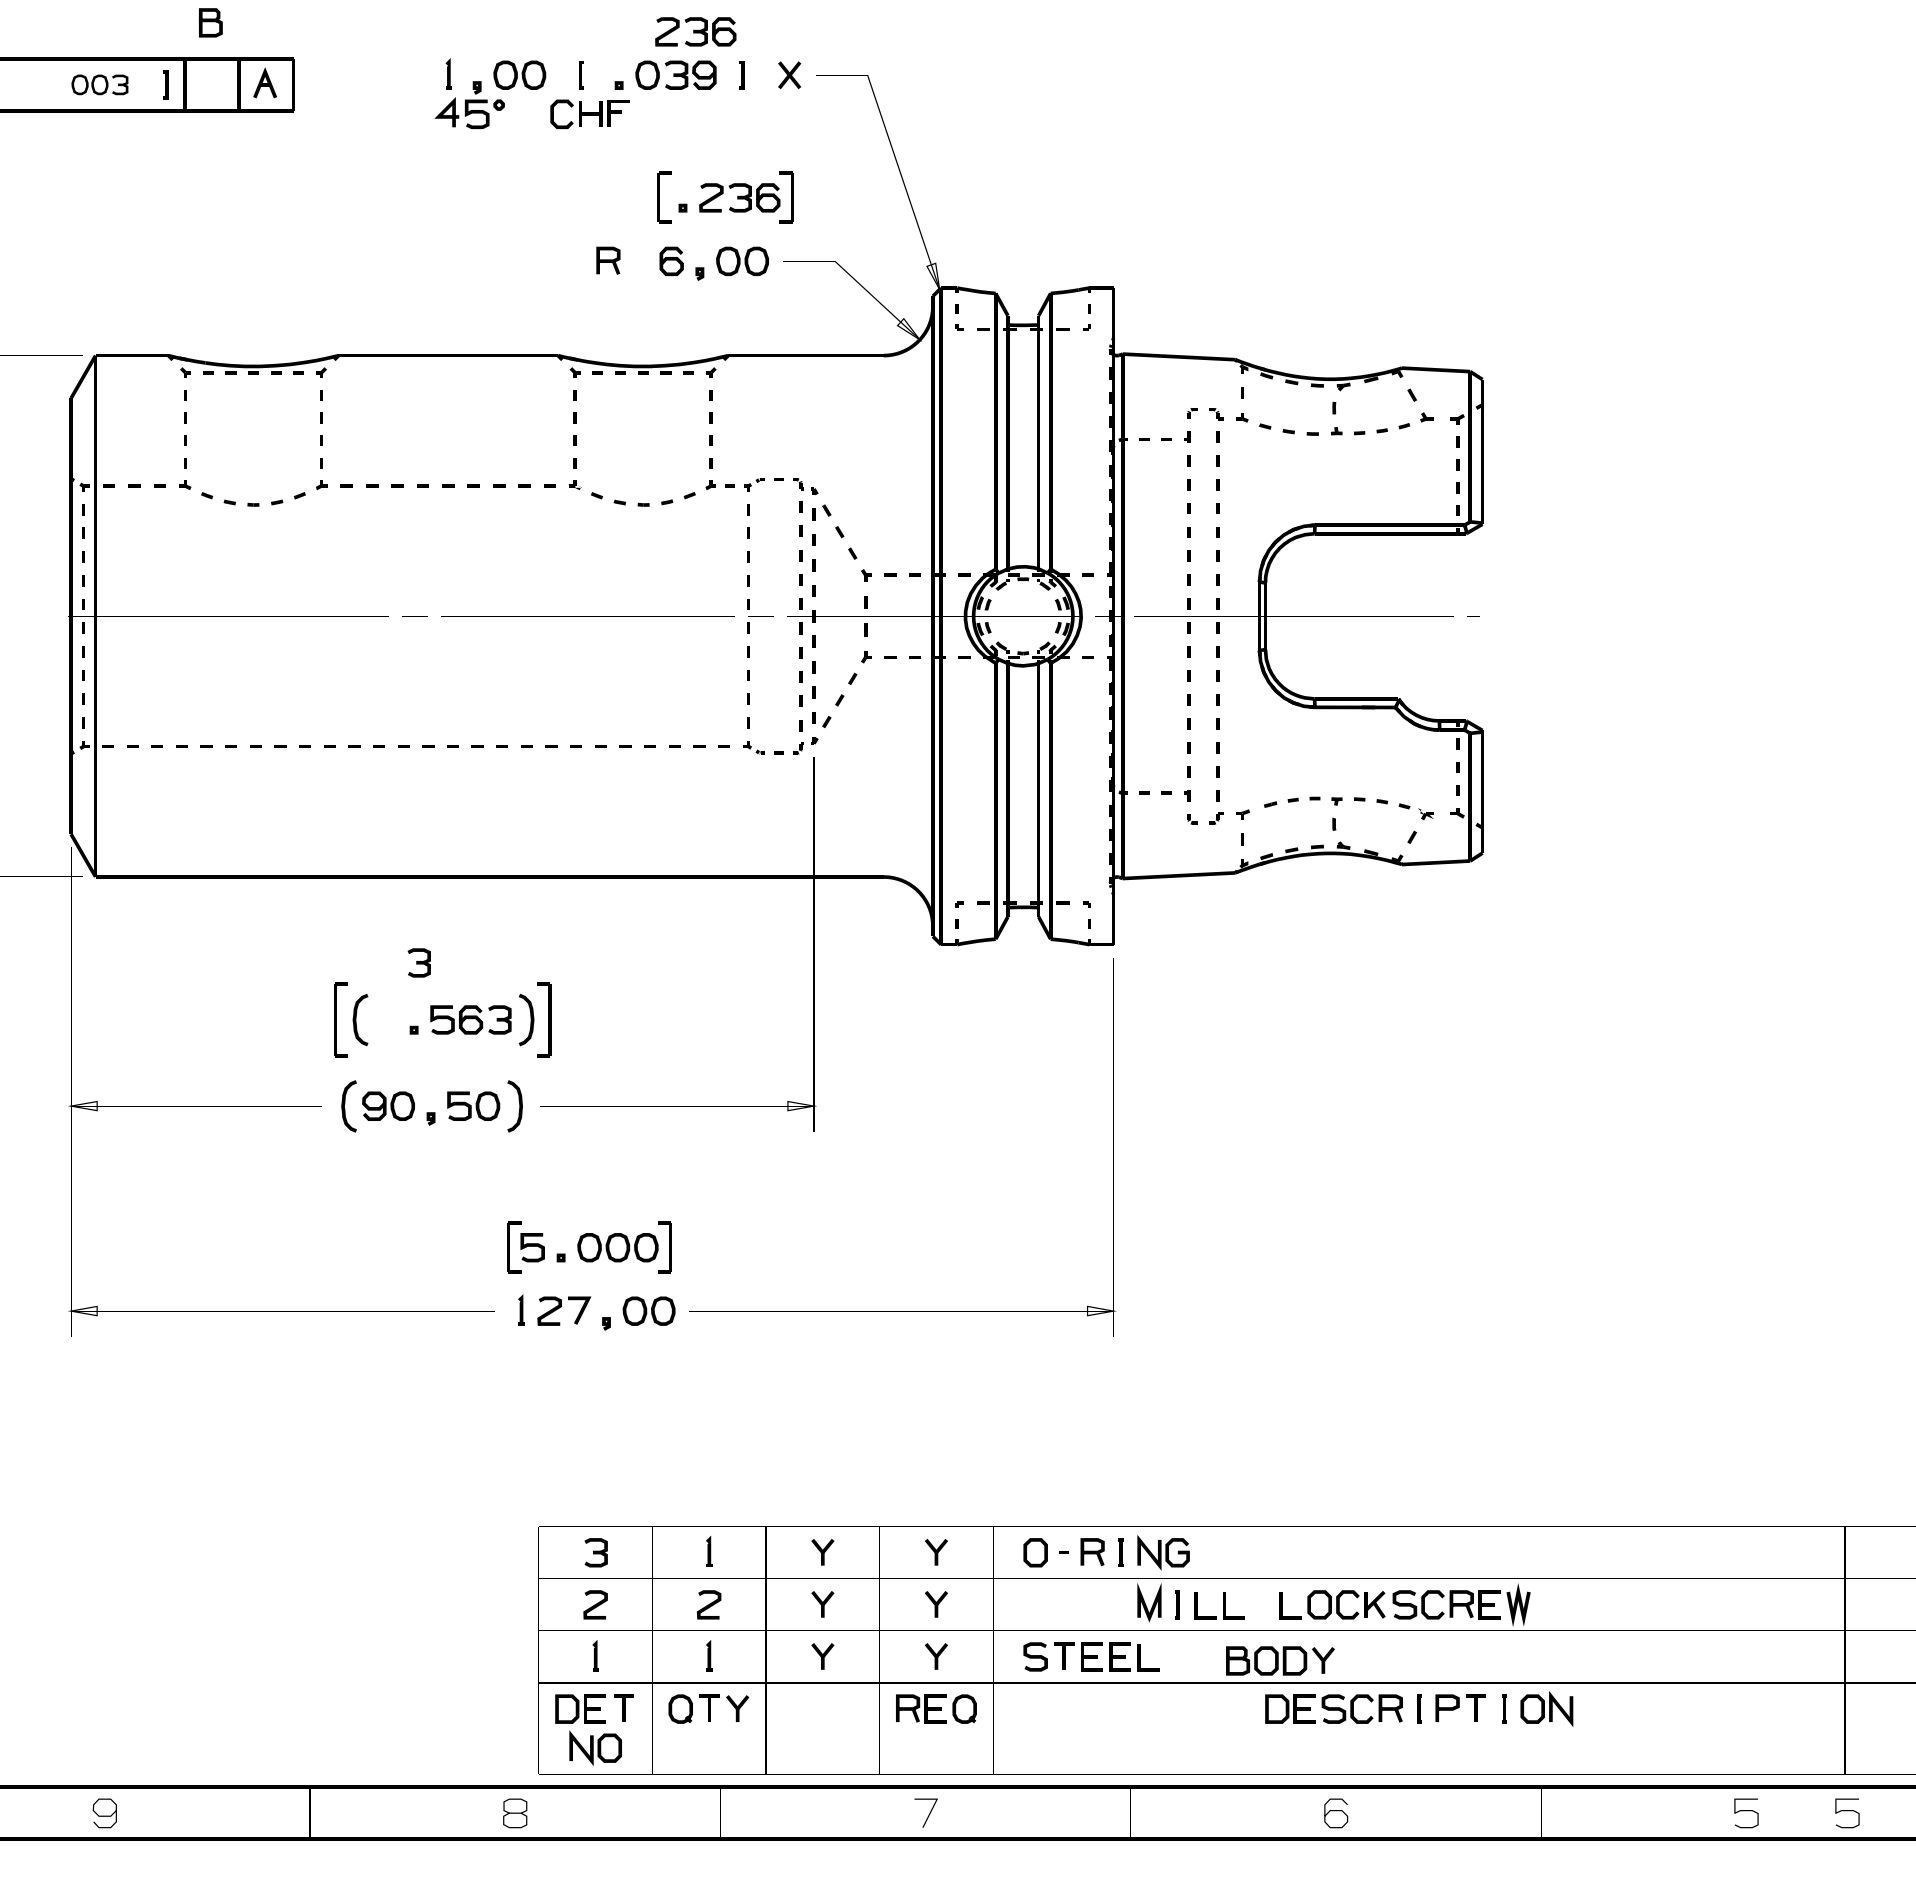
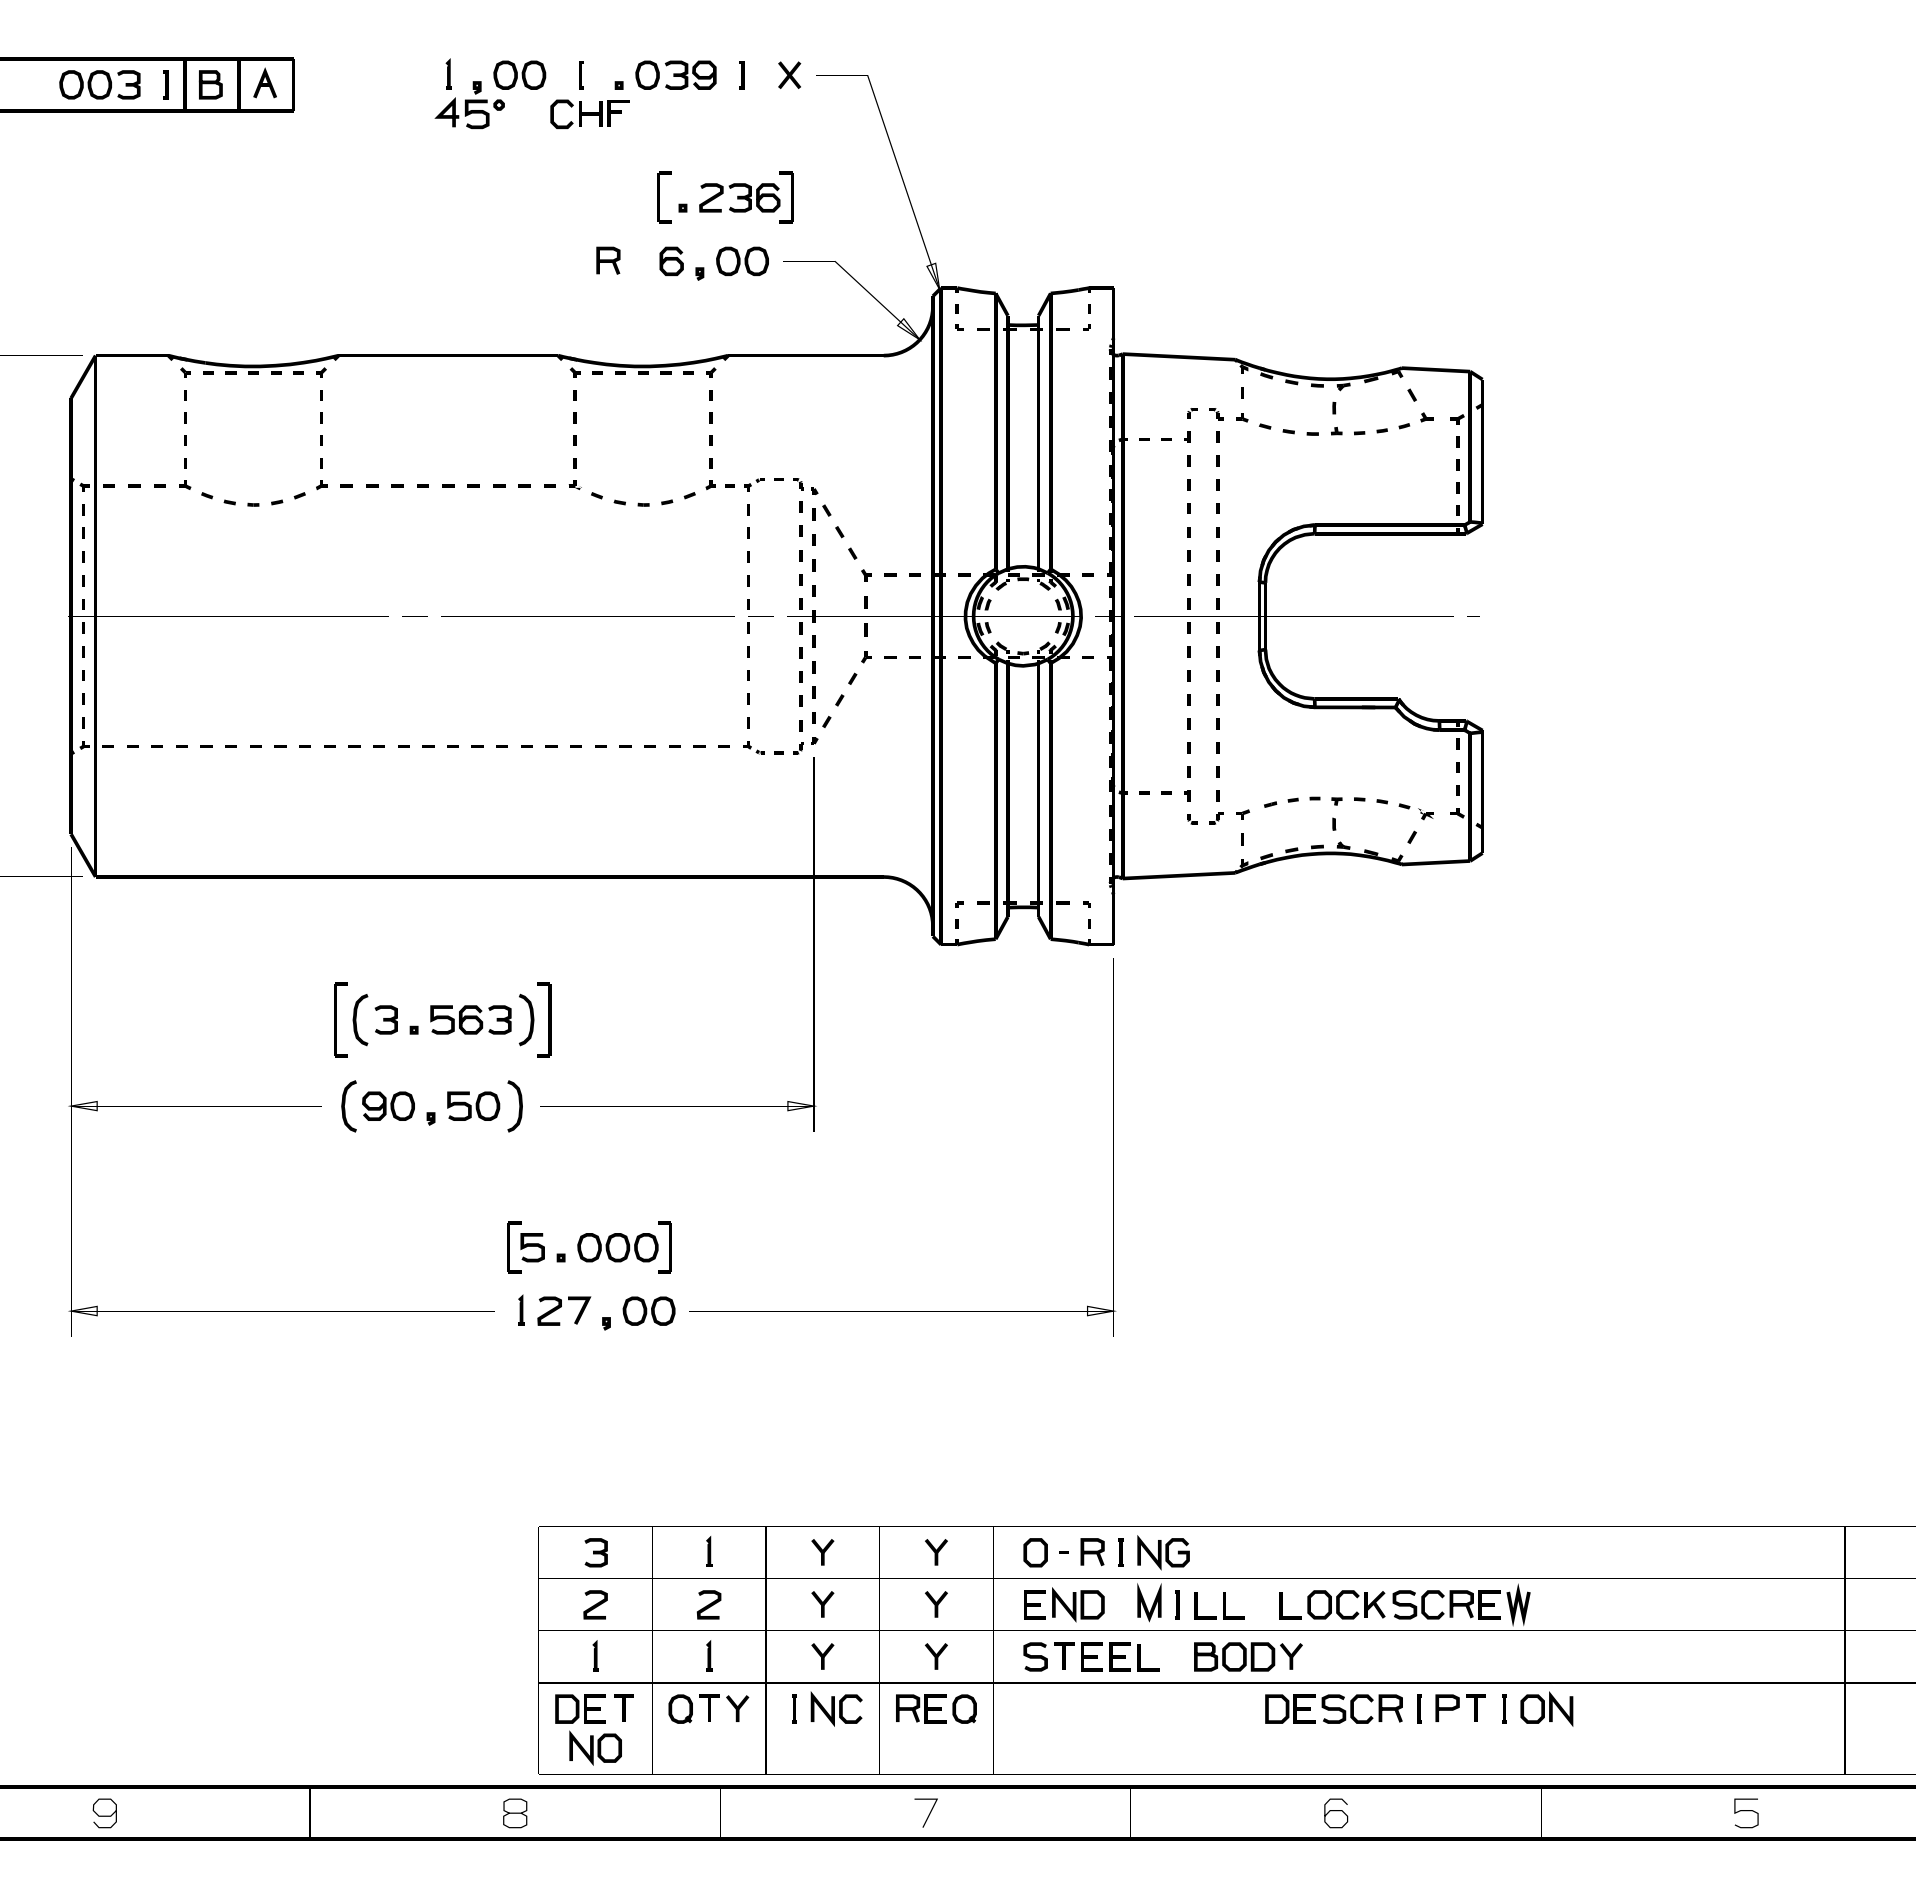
curve at (210, 22) position: (210, 22) -> (210, 84)
part at (695, 31): present -> none
part at (99, 84) size: 58x22 px -> 82x30 px
part at (418, 962) position: (418, 962) -> (385, 1019)
part at (1064, 1604): none -> present
part at (1280, 1660) position: (1280, 1660) -> (1248, 1656)
line at (794, 1708): none -> present
part at (836, 1708): none -> present
curve at (1847, 1811): present -> none
